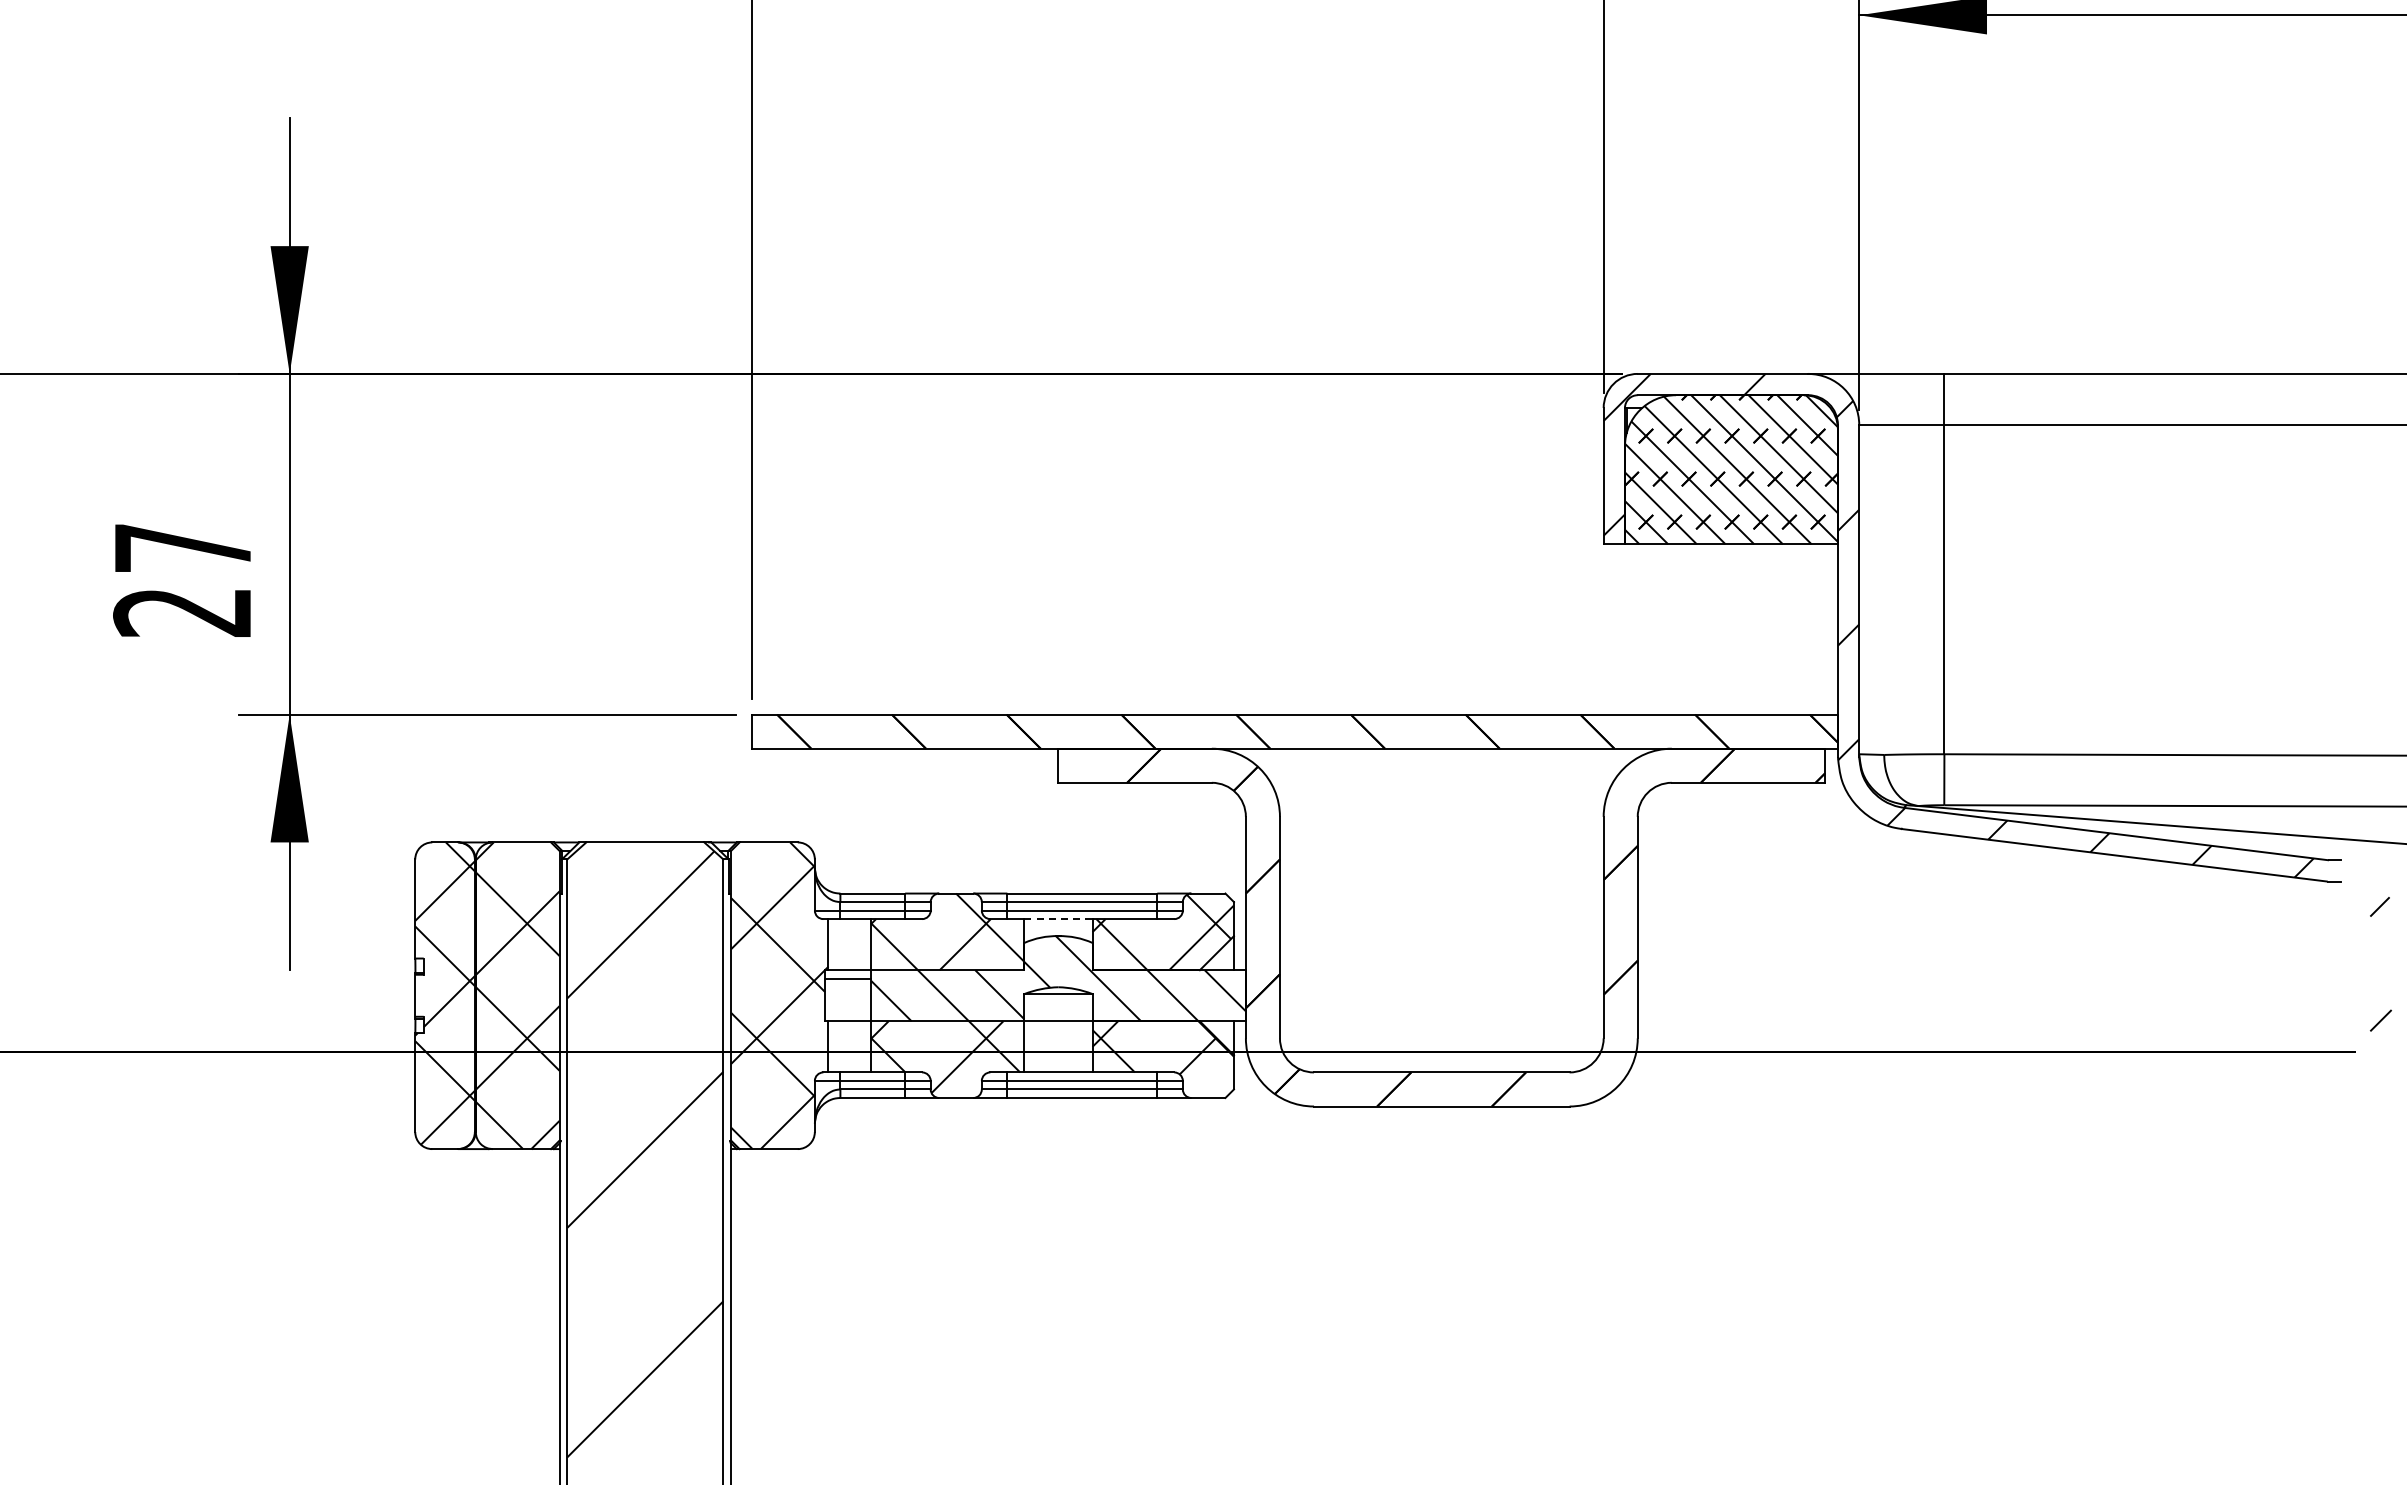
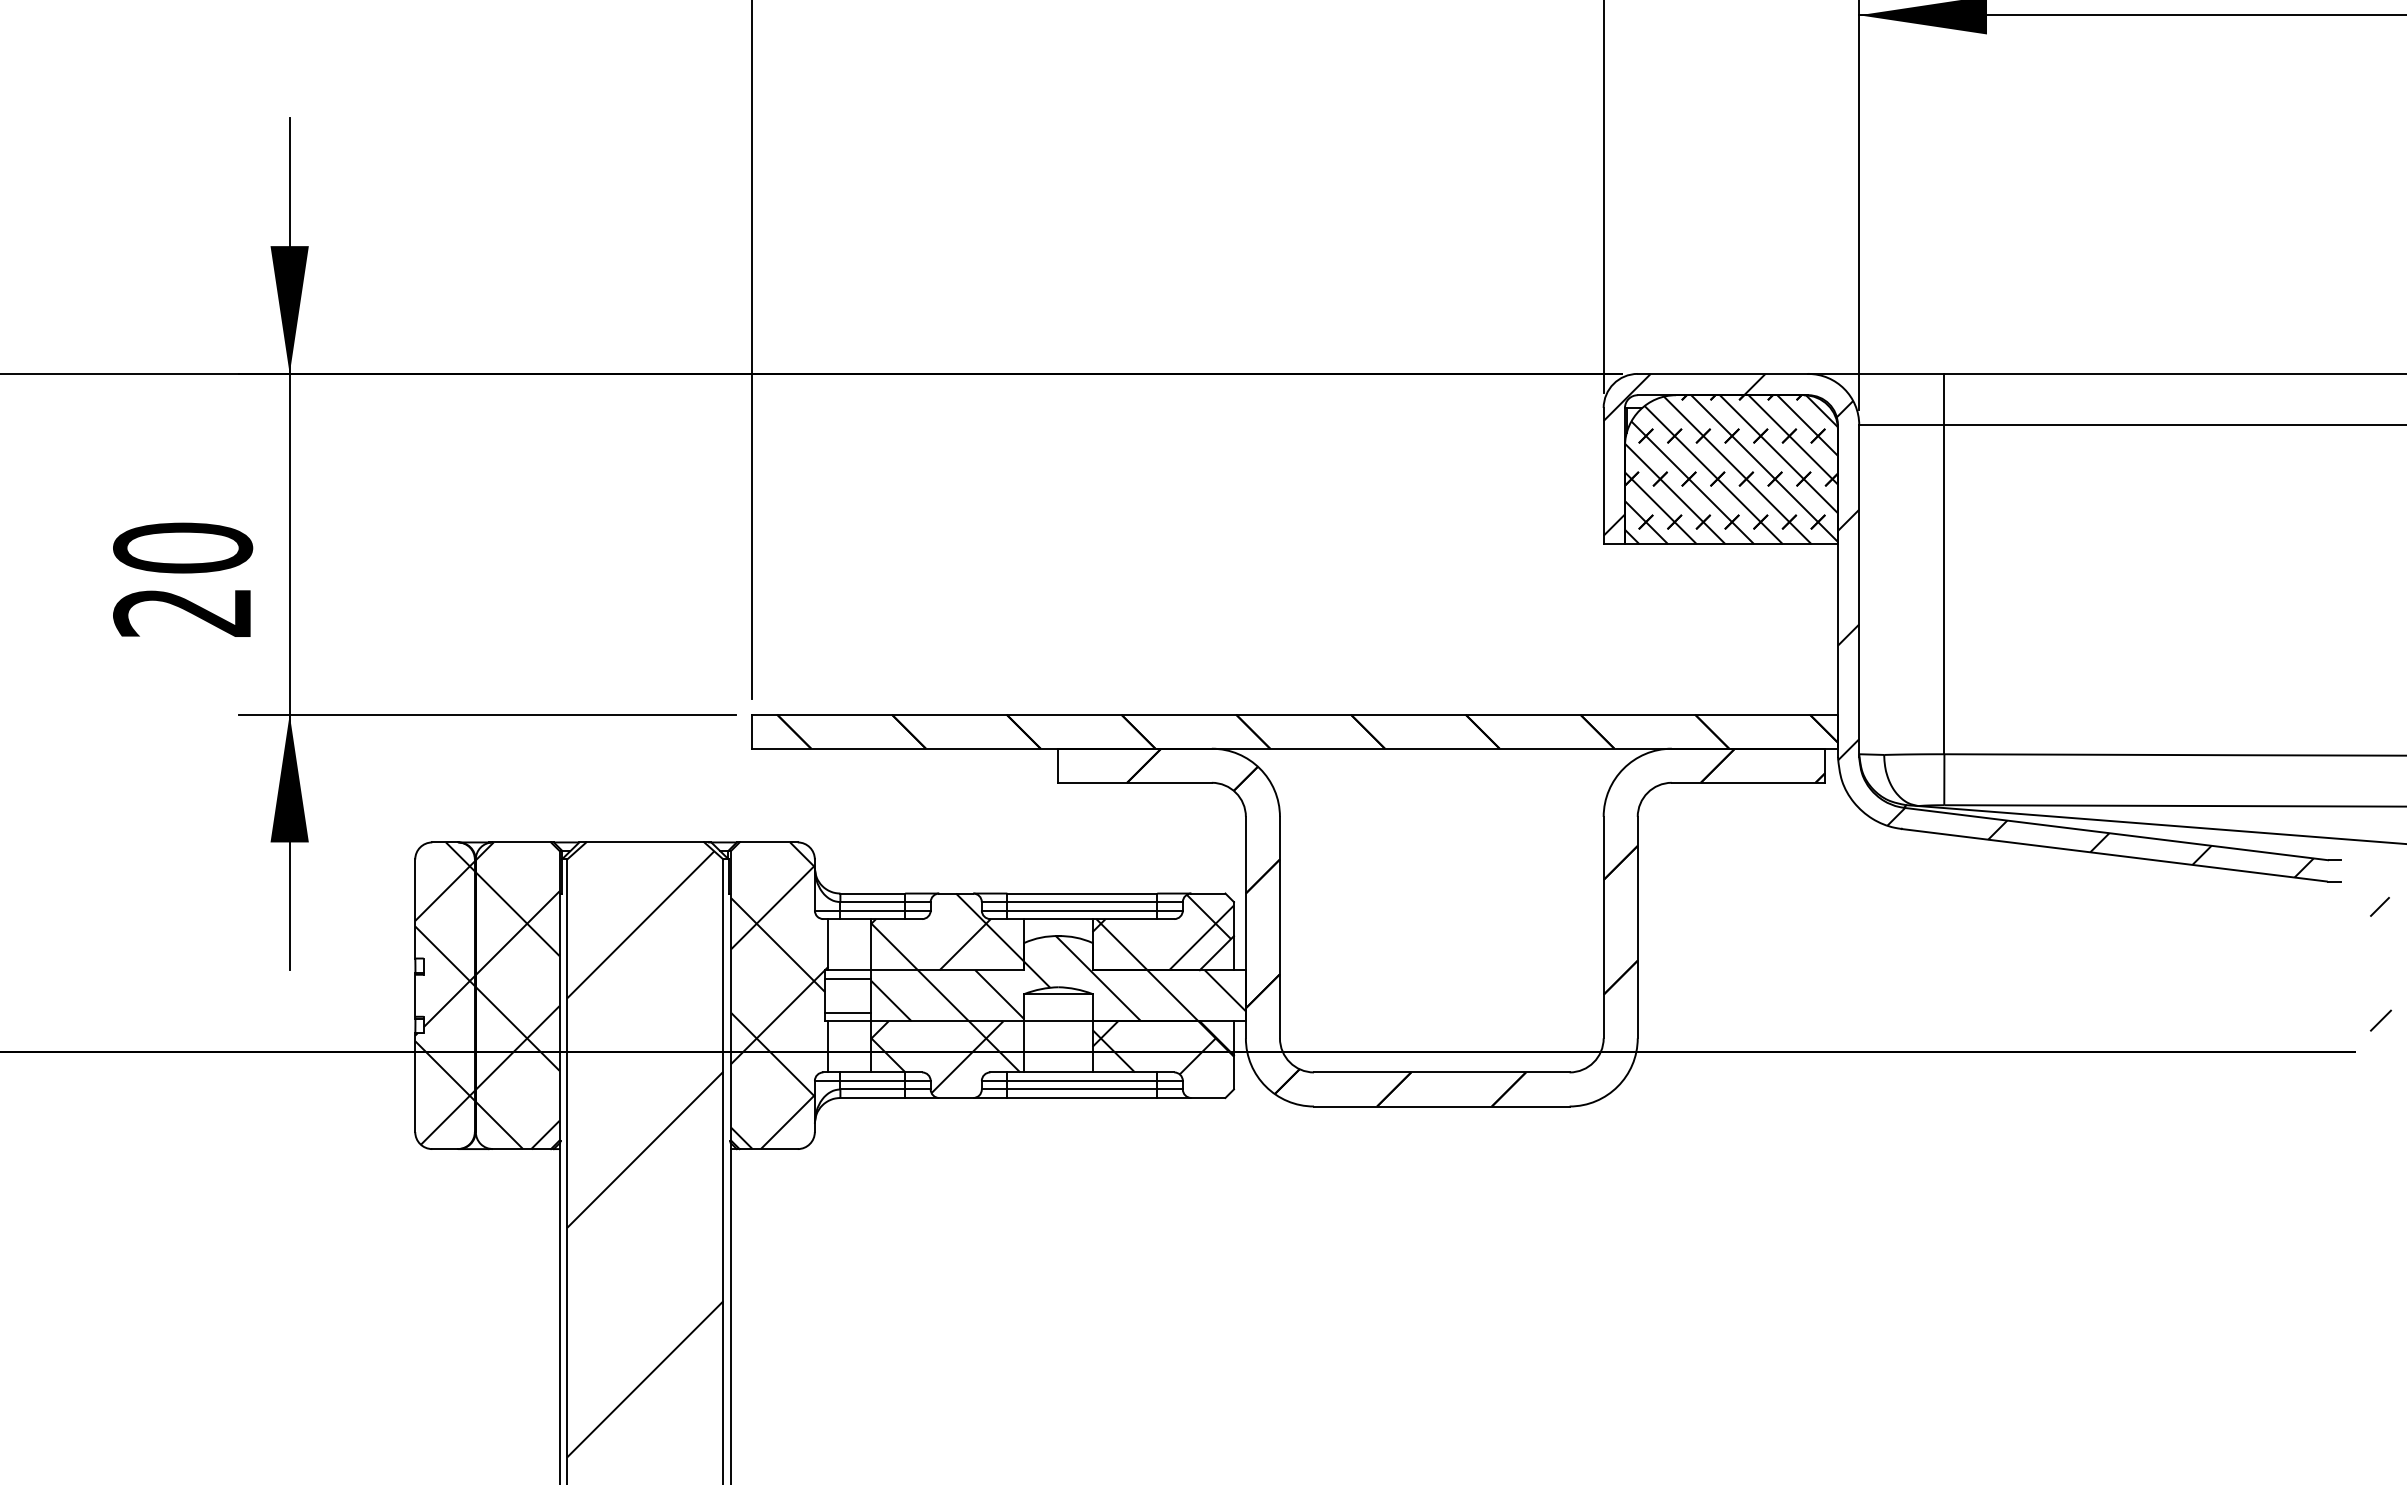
text at (183, 547): 27 -> 20
line at (1058, 919): dashed -> solid
line at (848, 1012): none -> present
